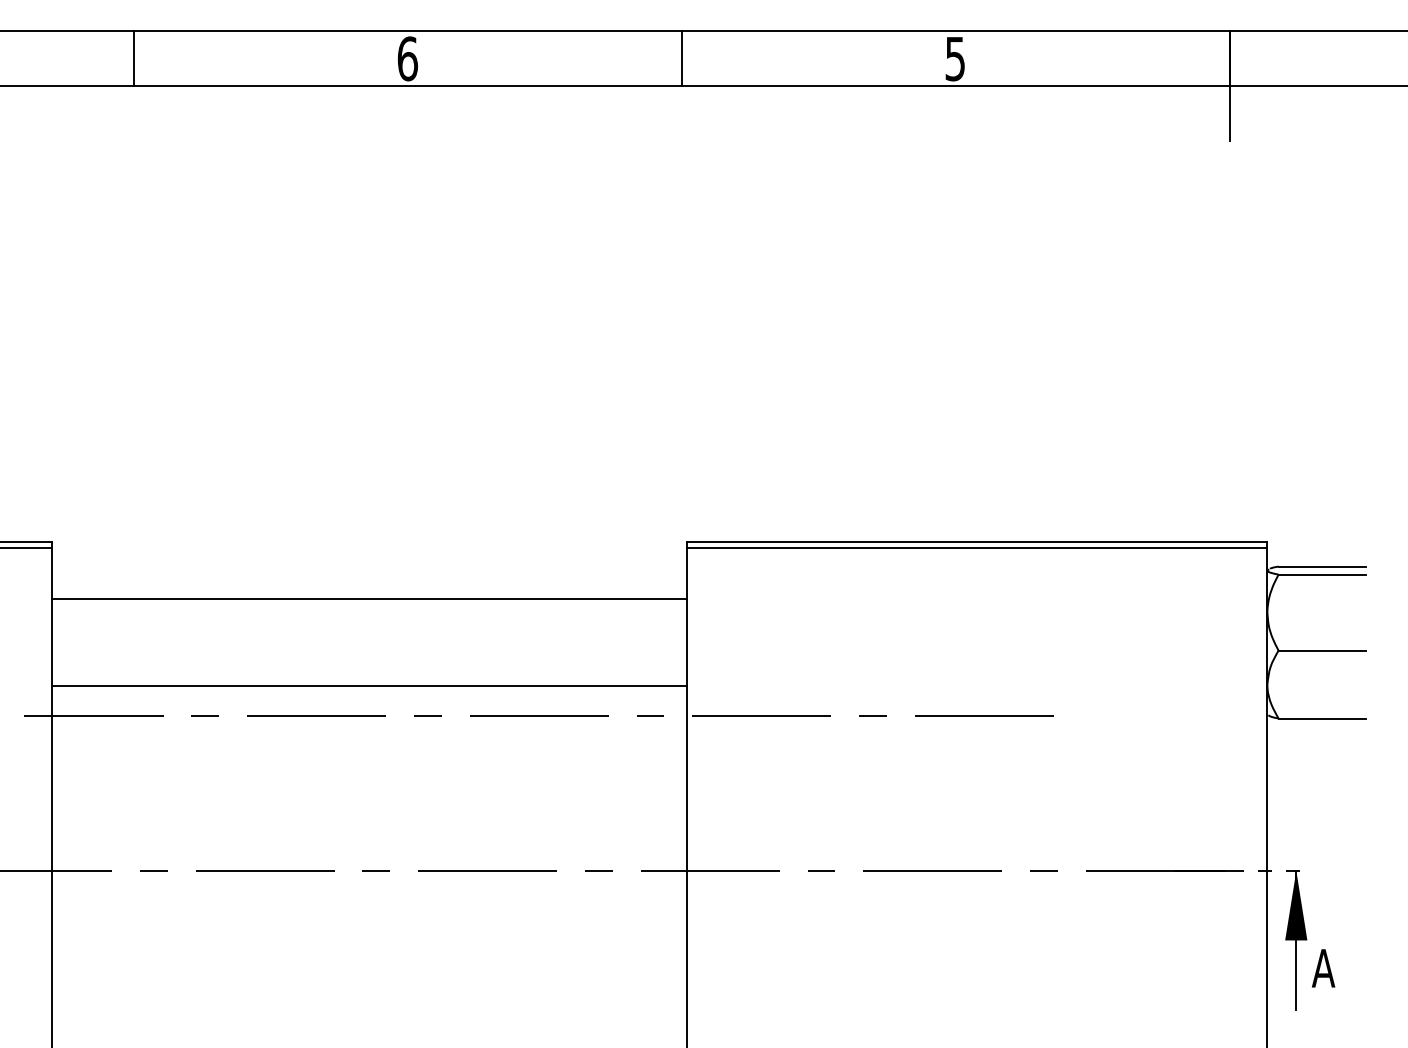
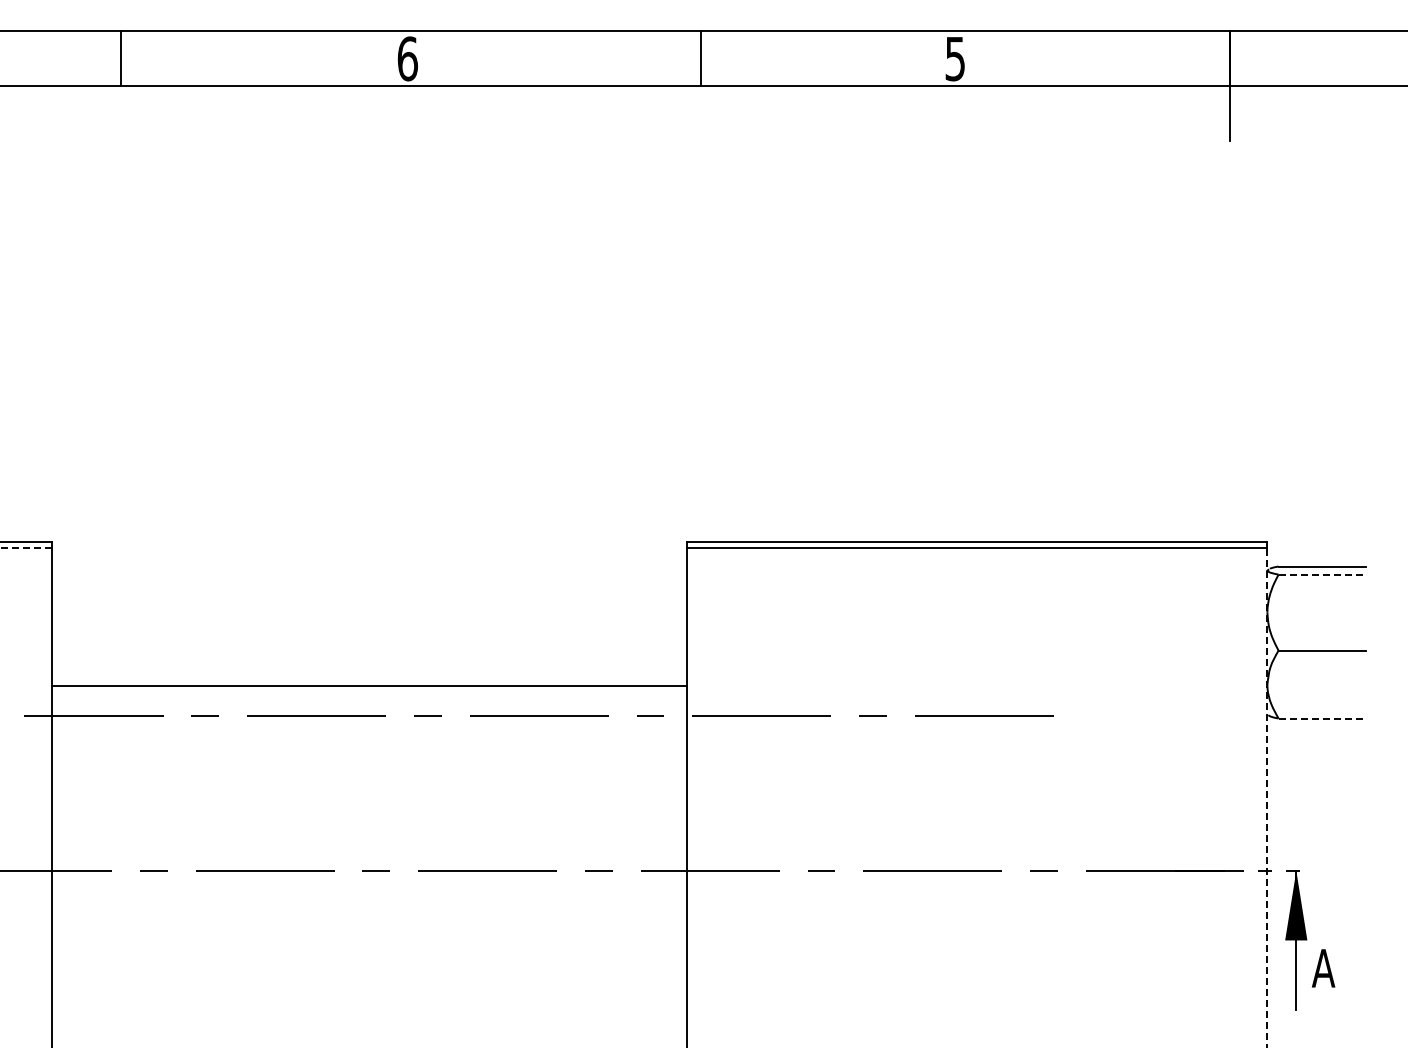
line at (134, 58) position: (134, 58) -> (121, 58)
line at (682, 58) position: (682, 58) -> (701, 58)
line at (25, 547): solid -> dashed
line at (1322, 574): solid -> dashed
line at (368, 598): present -> none
line at (1322, 718): solid -> dashed
line at (1267, 797): solid -> dashed
